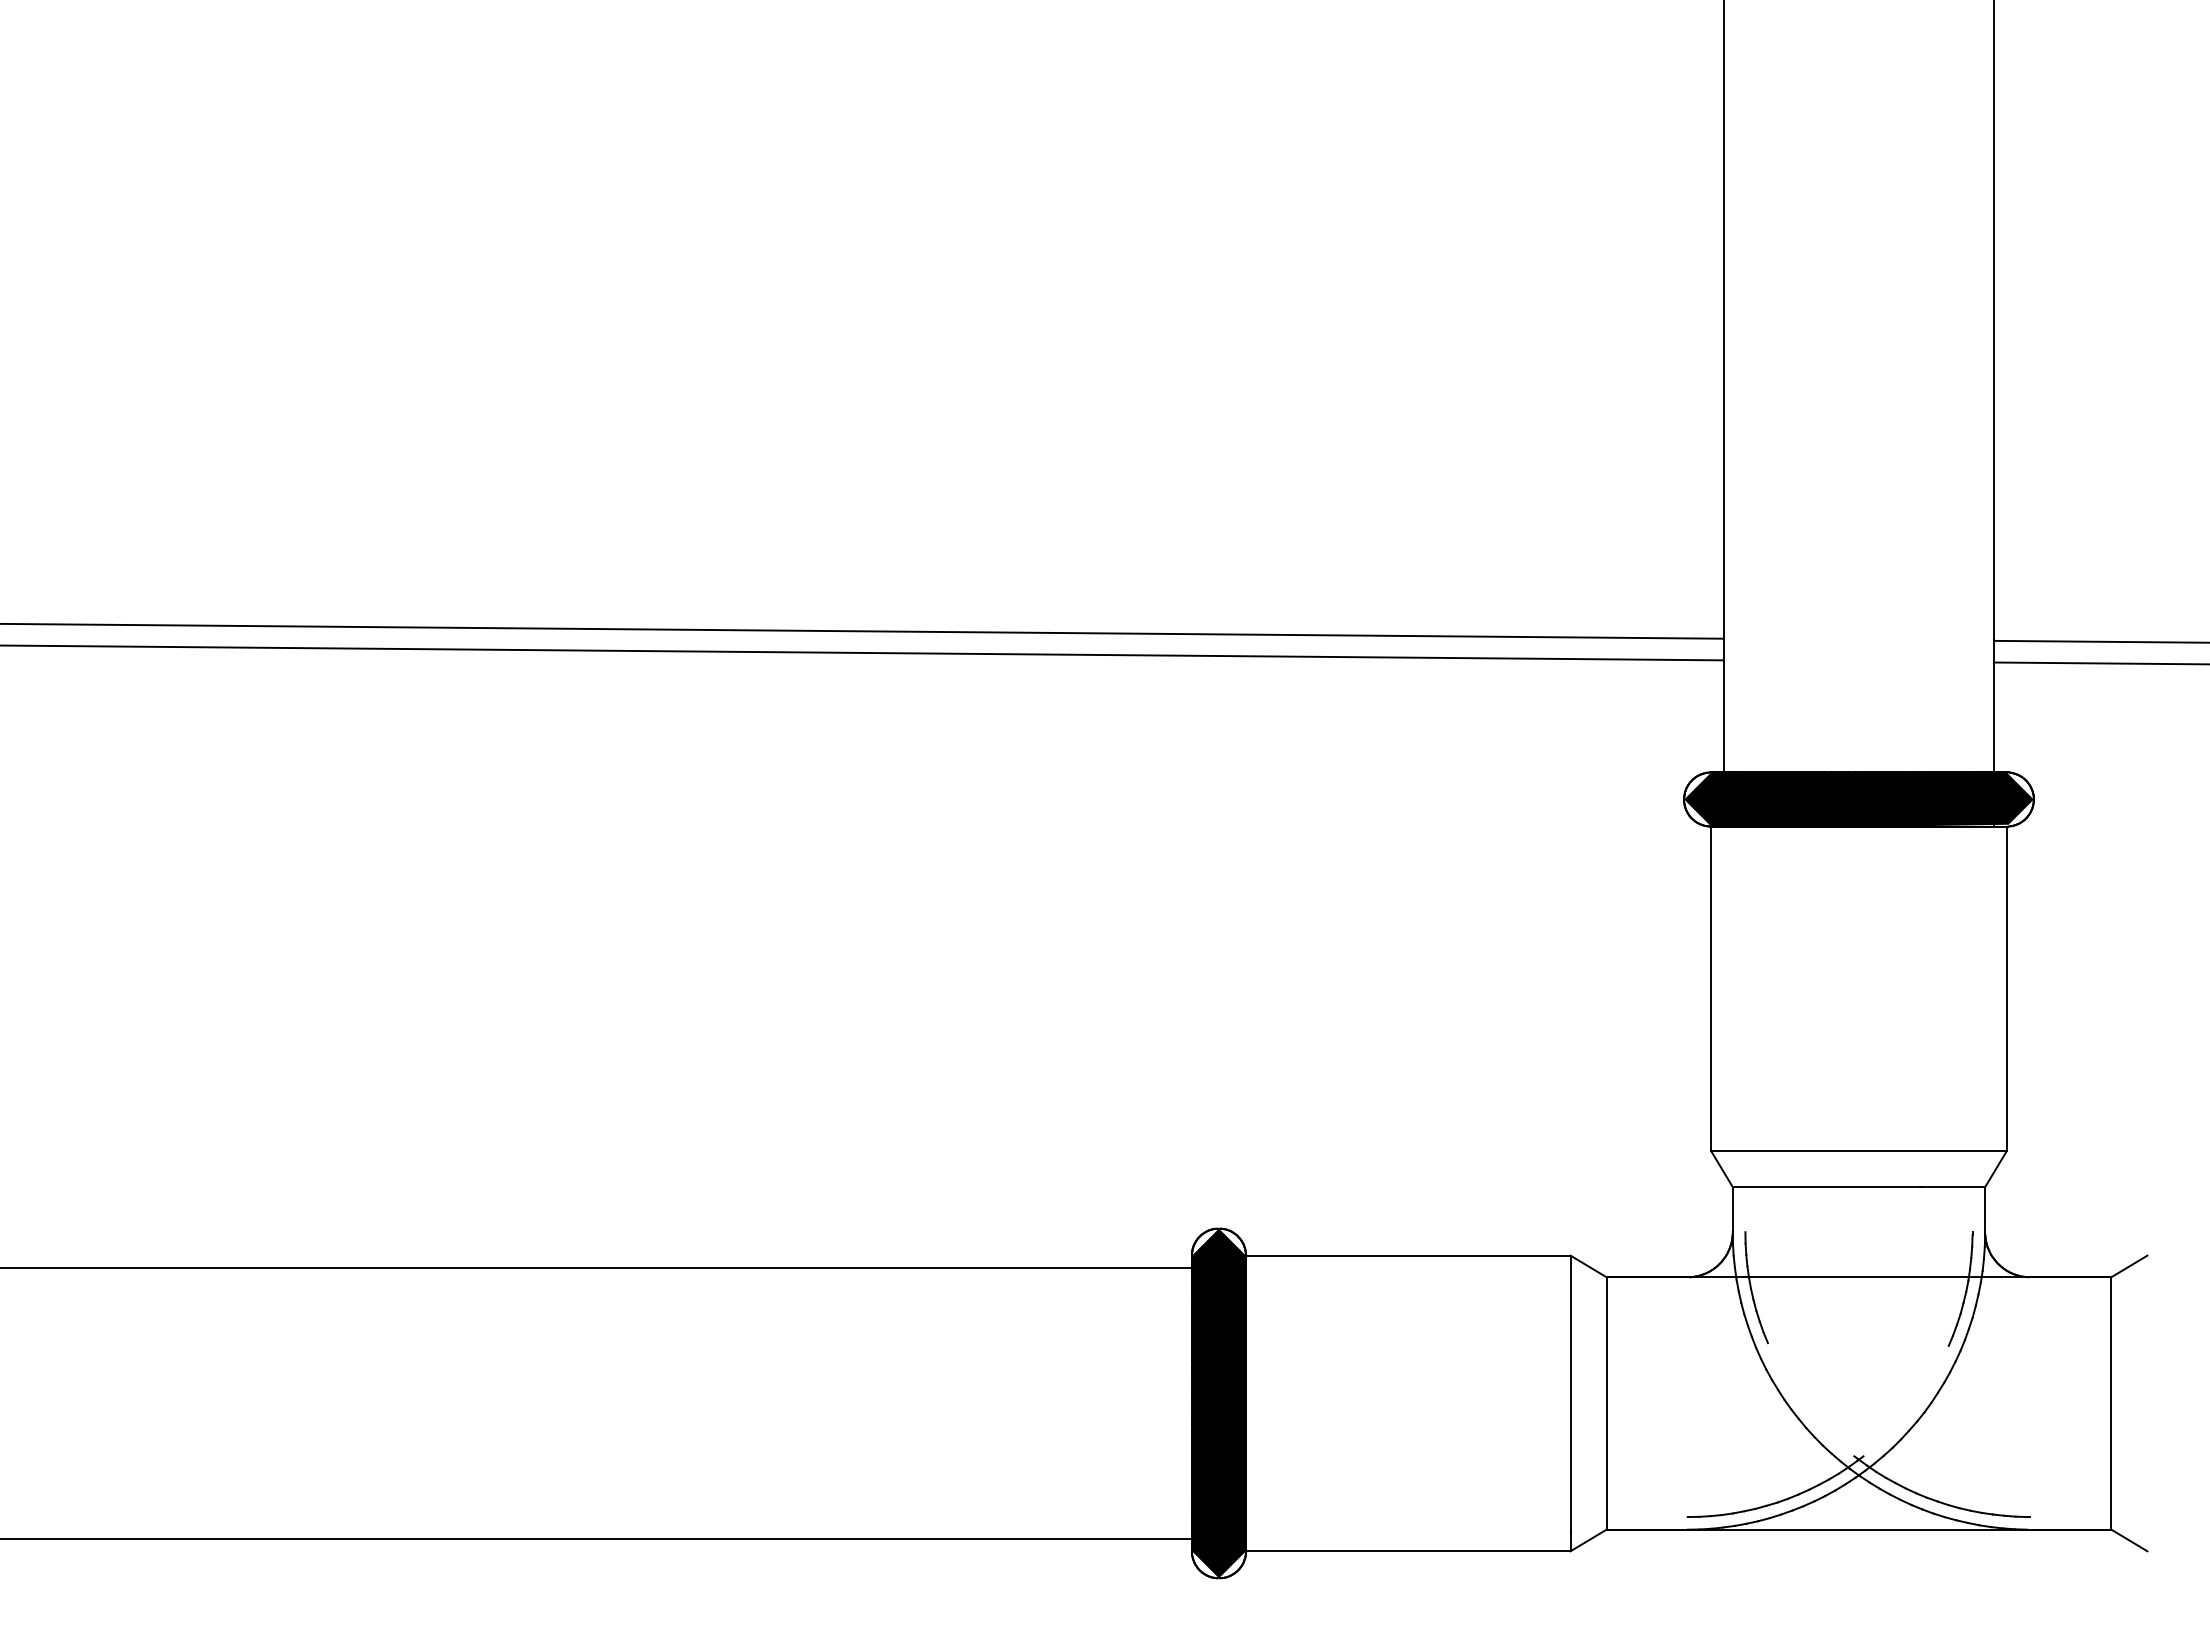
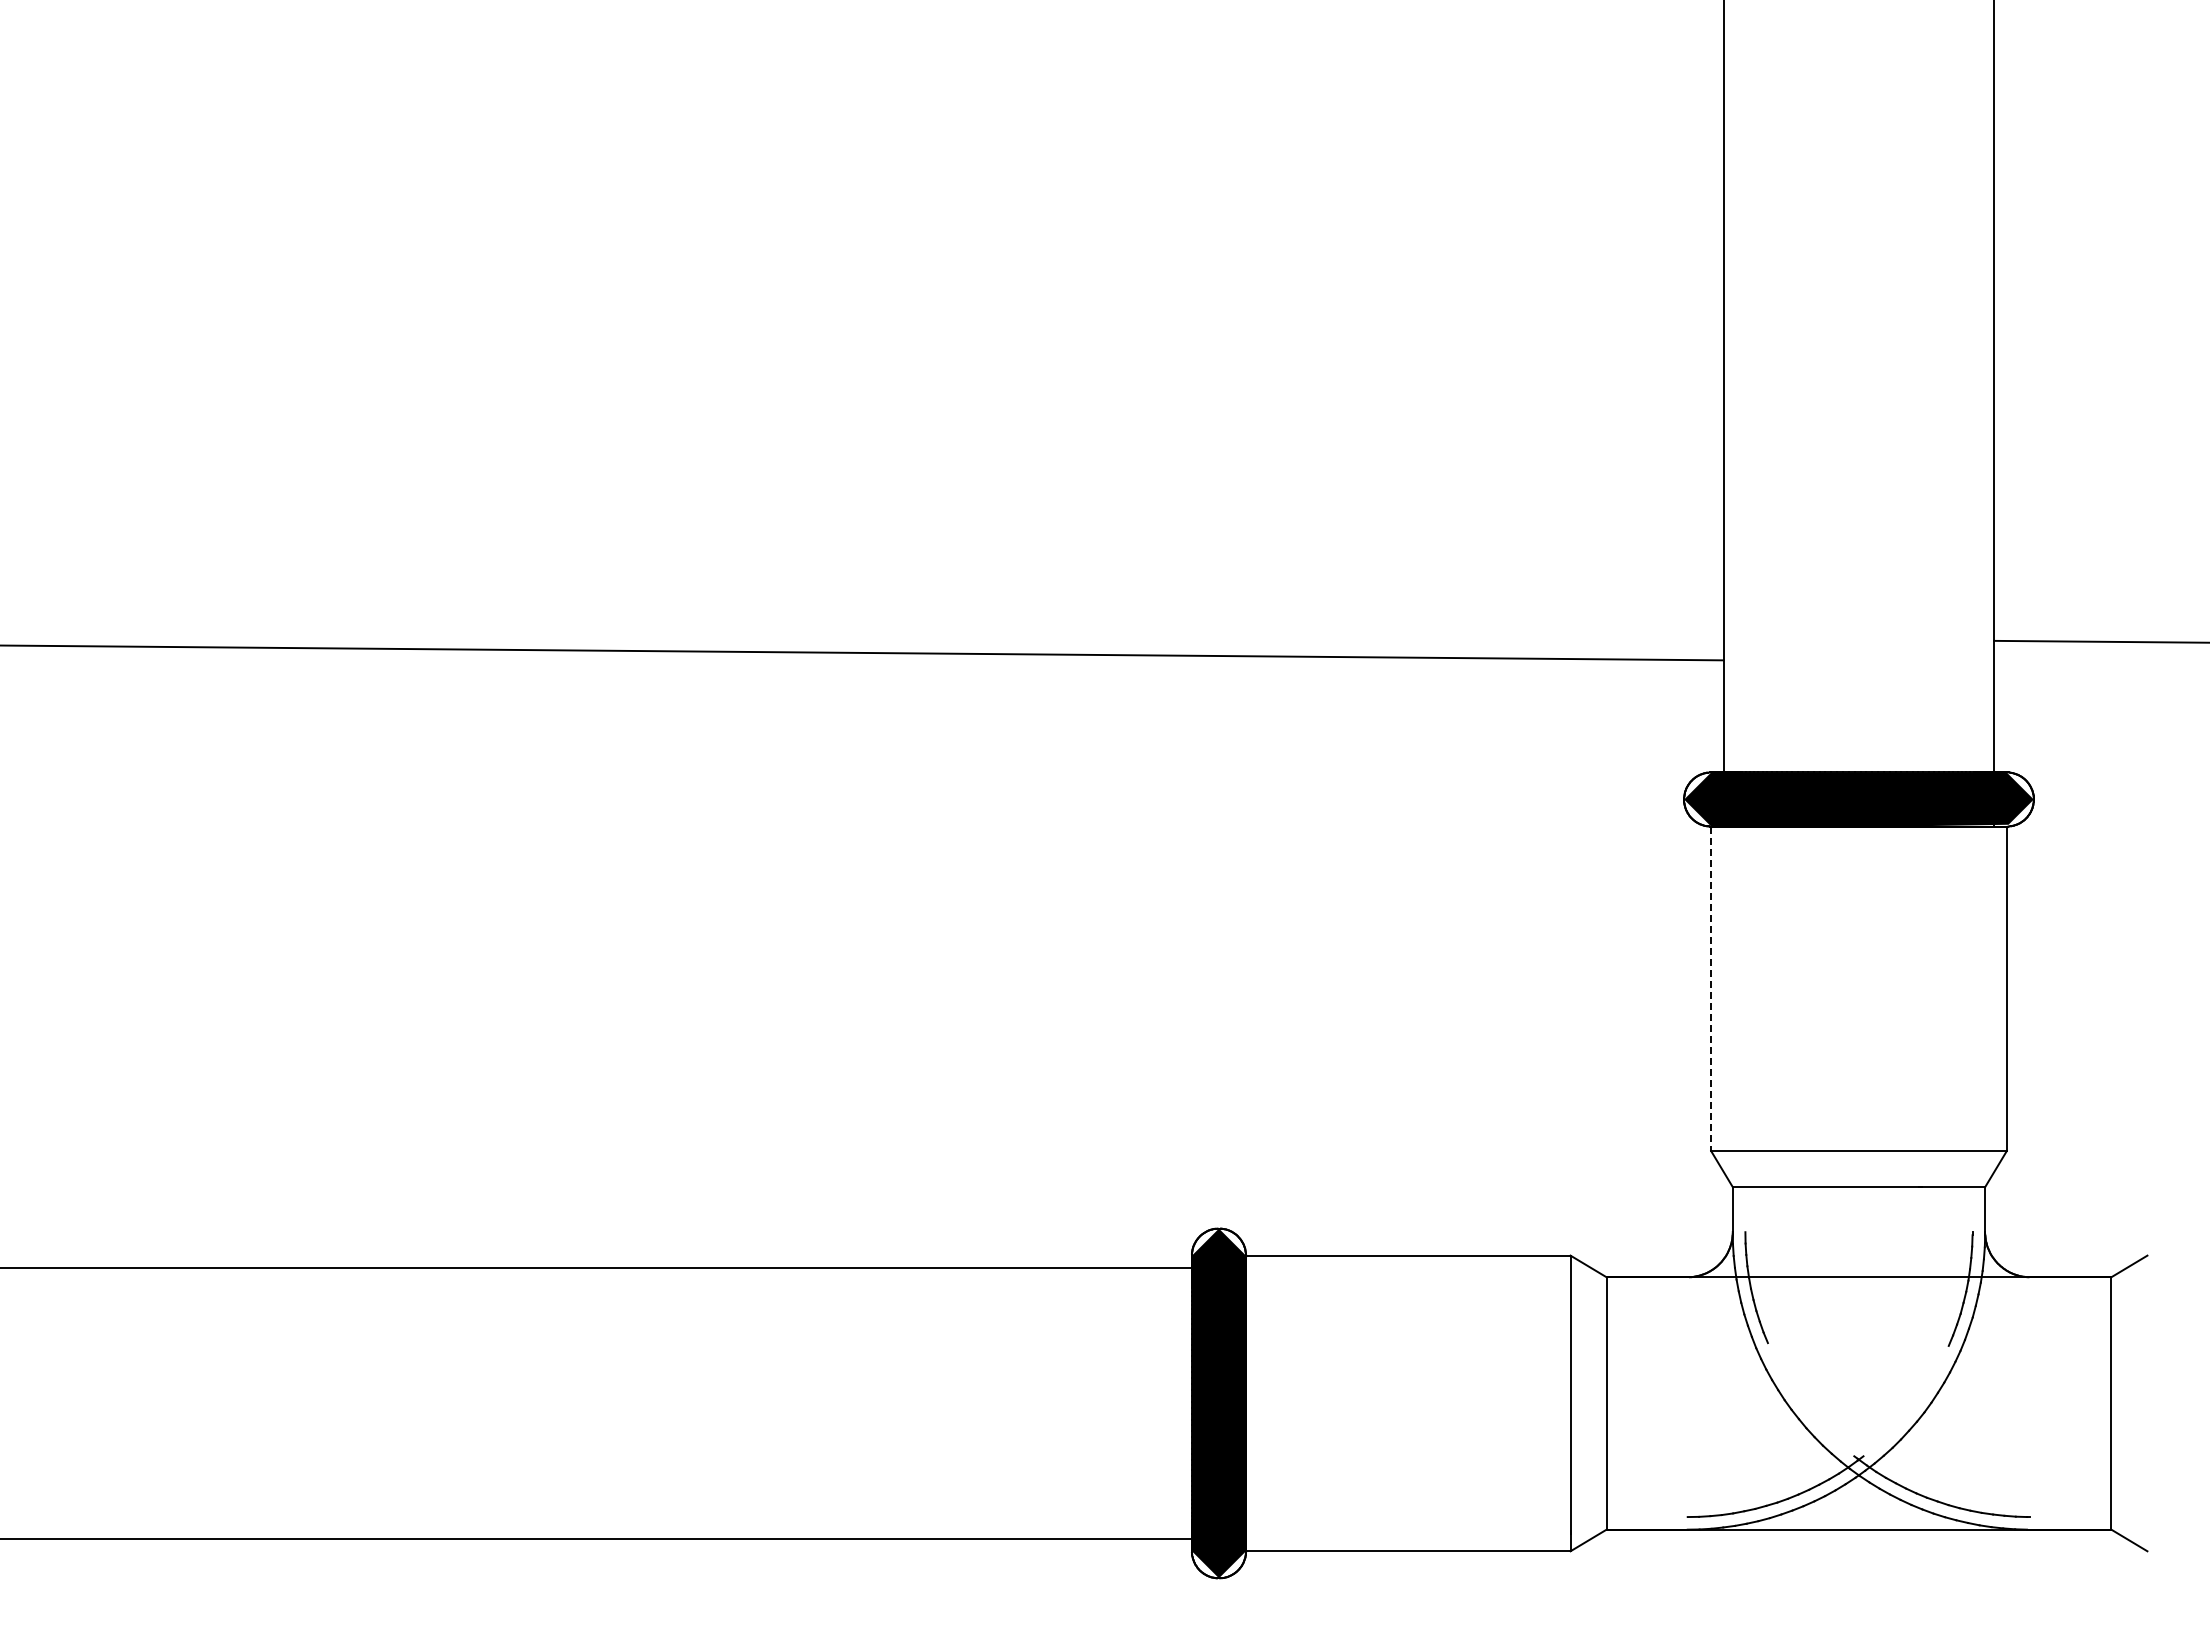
line at (862, 630): present -> none
line at (2100, 663): present -> none
line at (1711, 989): solid -> dashed
